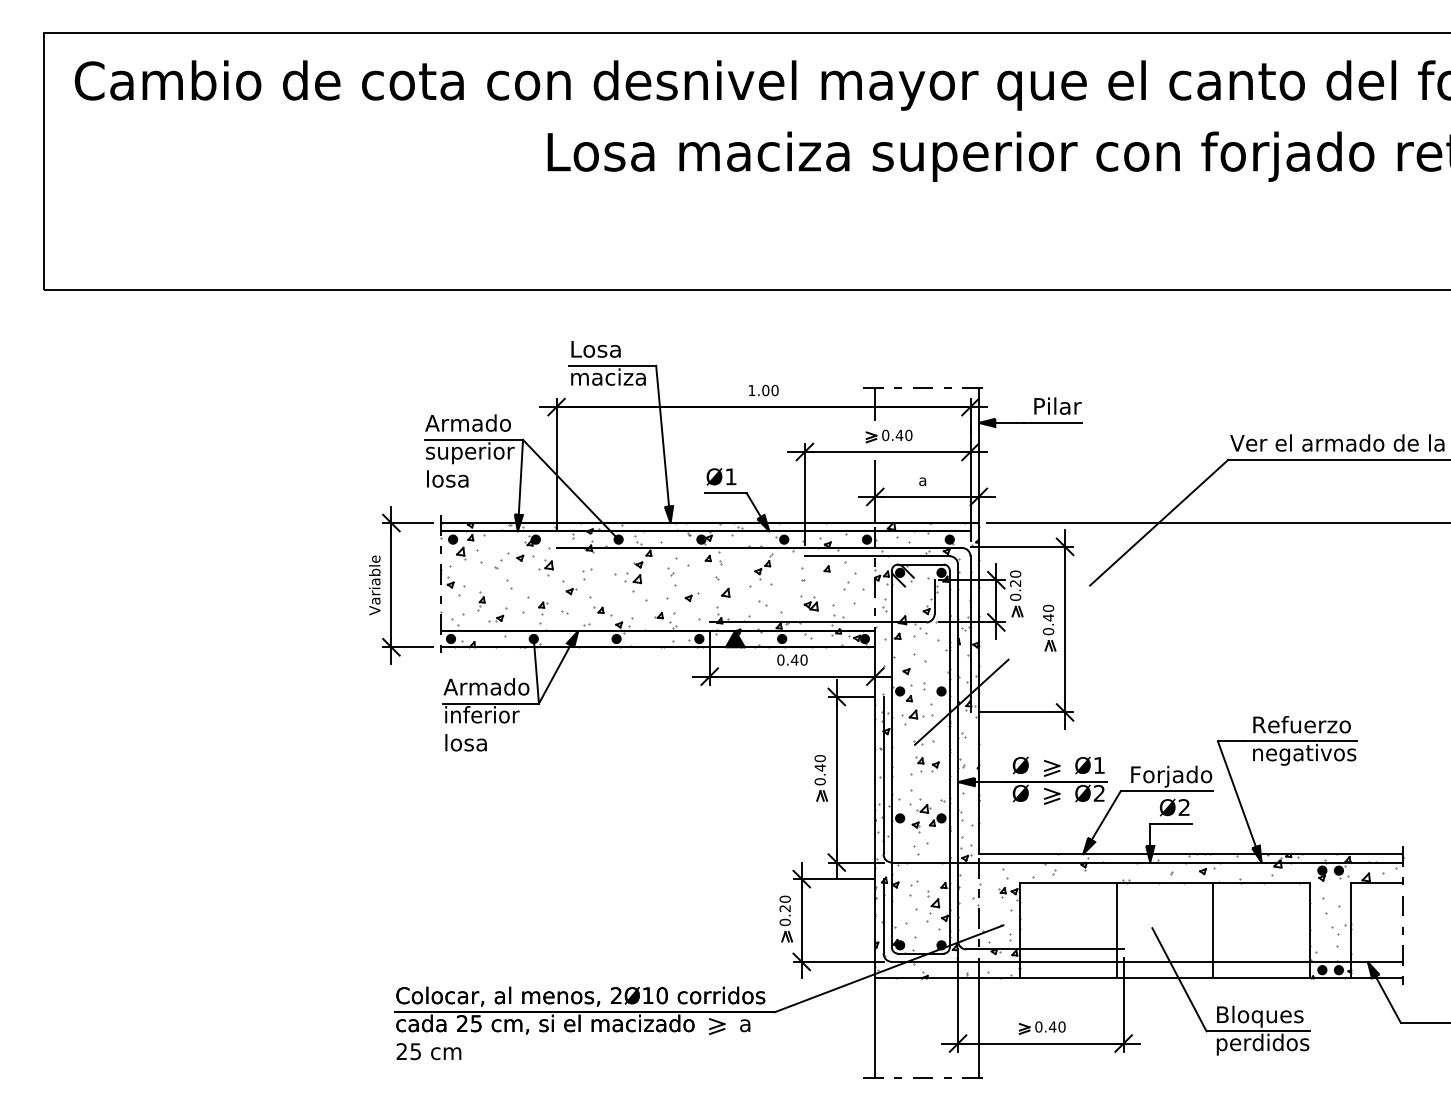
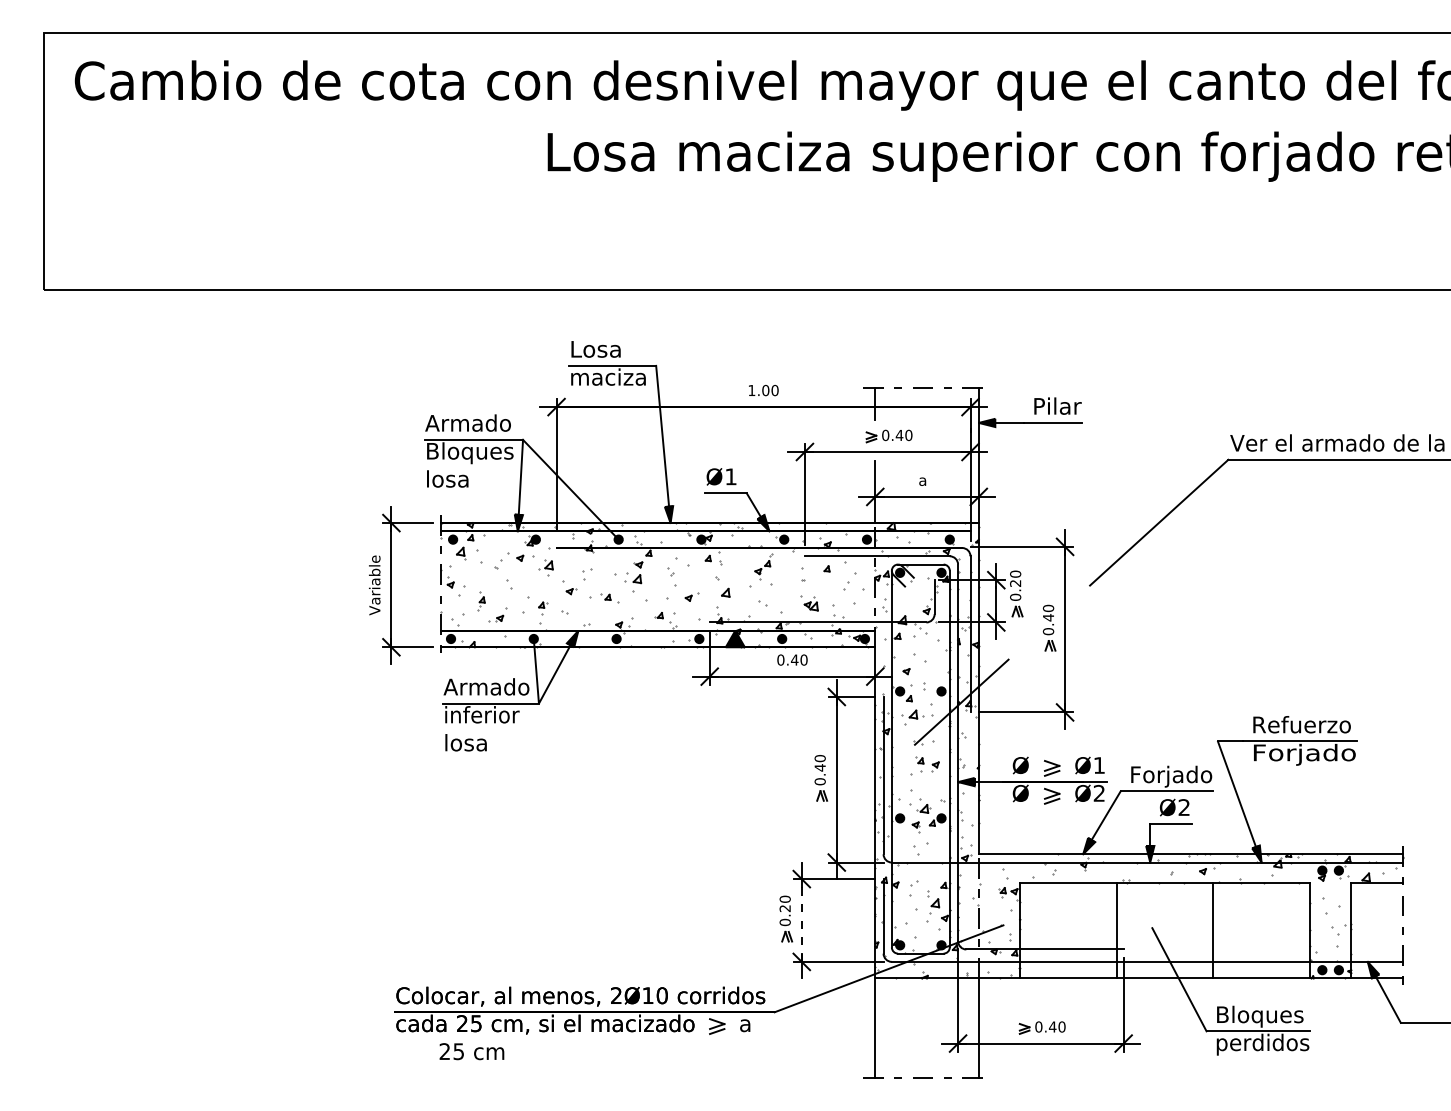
text at (470, 453): superior -> Bloques
line at (1217, 523): present -> none
part at (602, 611) position: (602, 611) -> (609, 598)
text at (1304, 754): negativos -> Forjado
line at (801, 920): solid -> dashed
text at (428, 1051) position: (428, 1051) -> (471, 1051)
